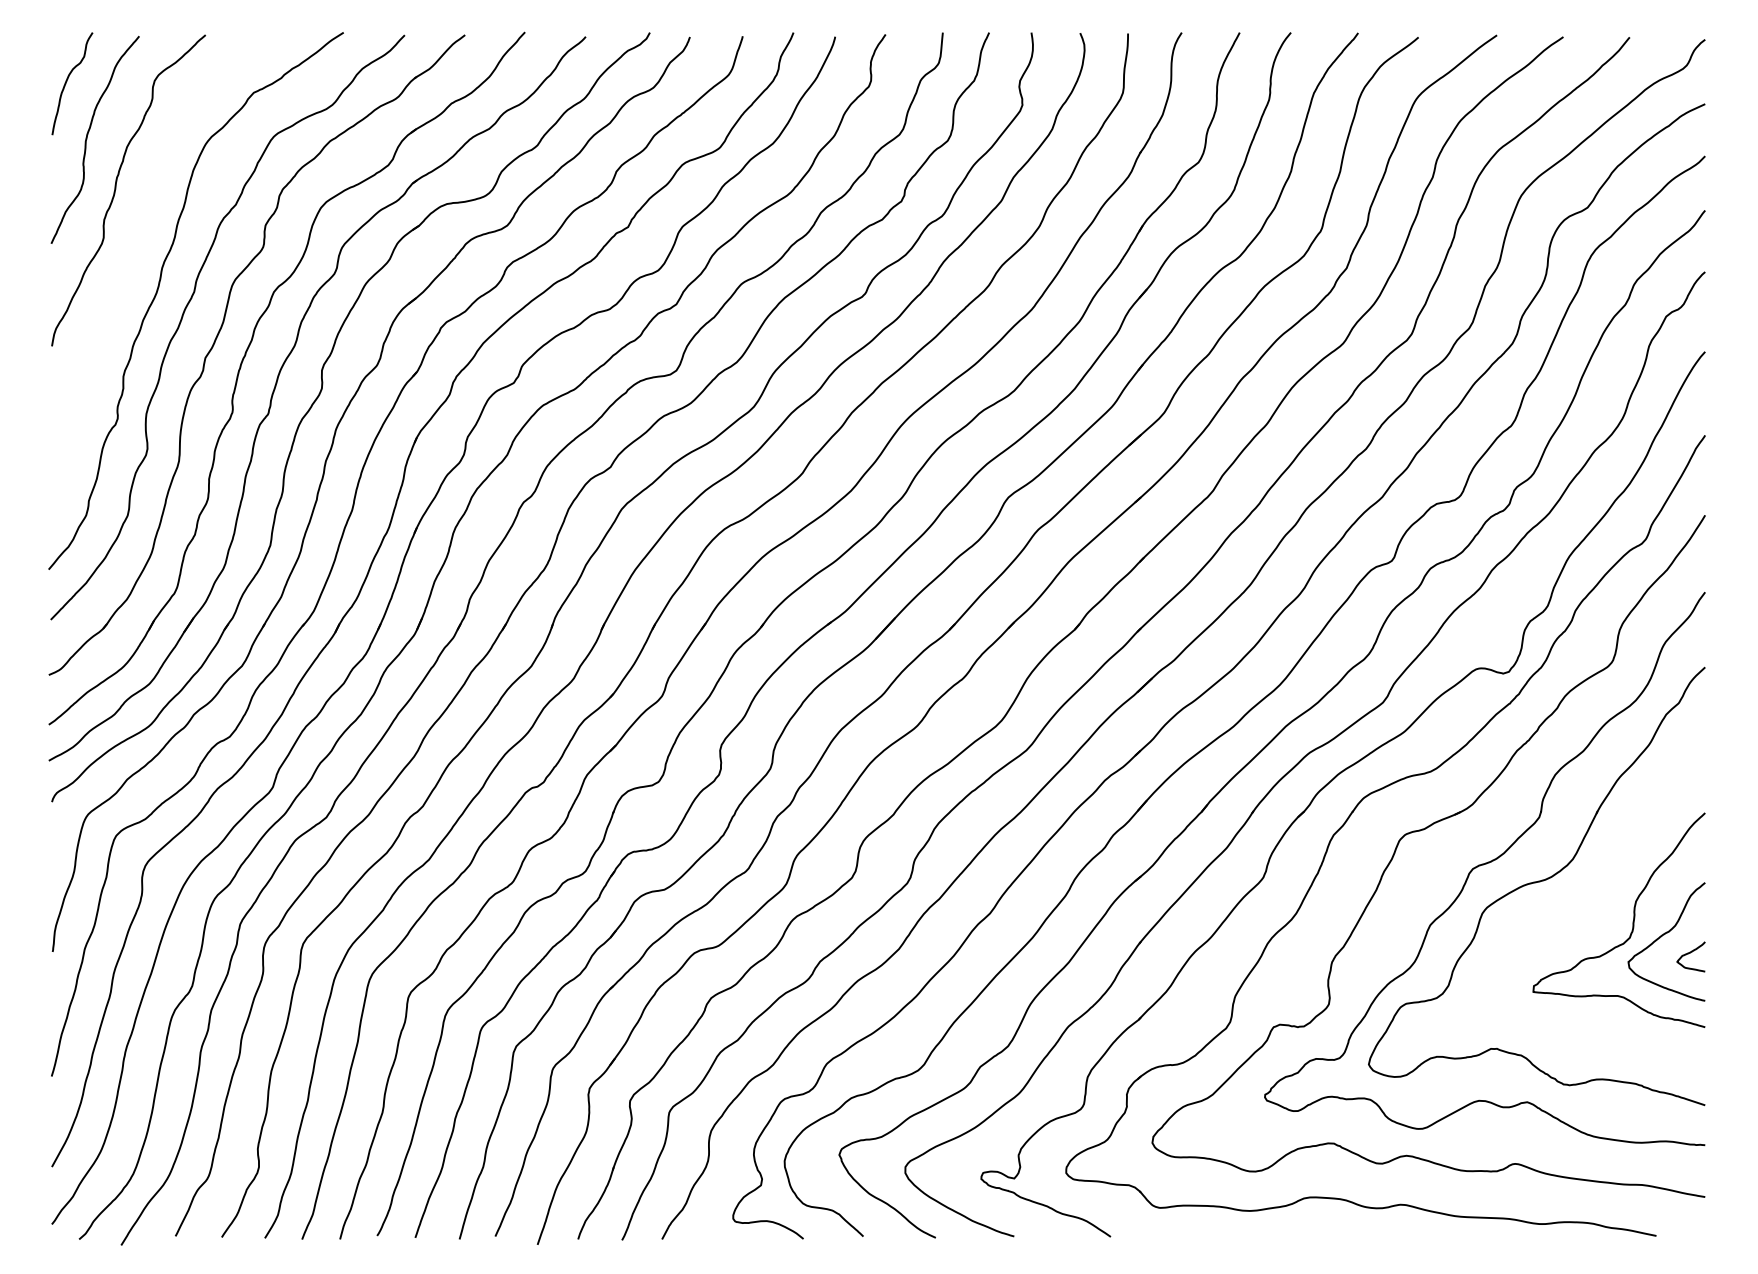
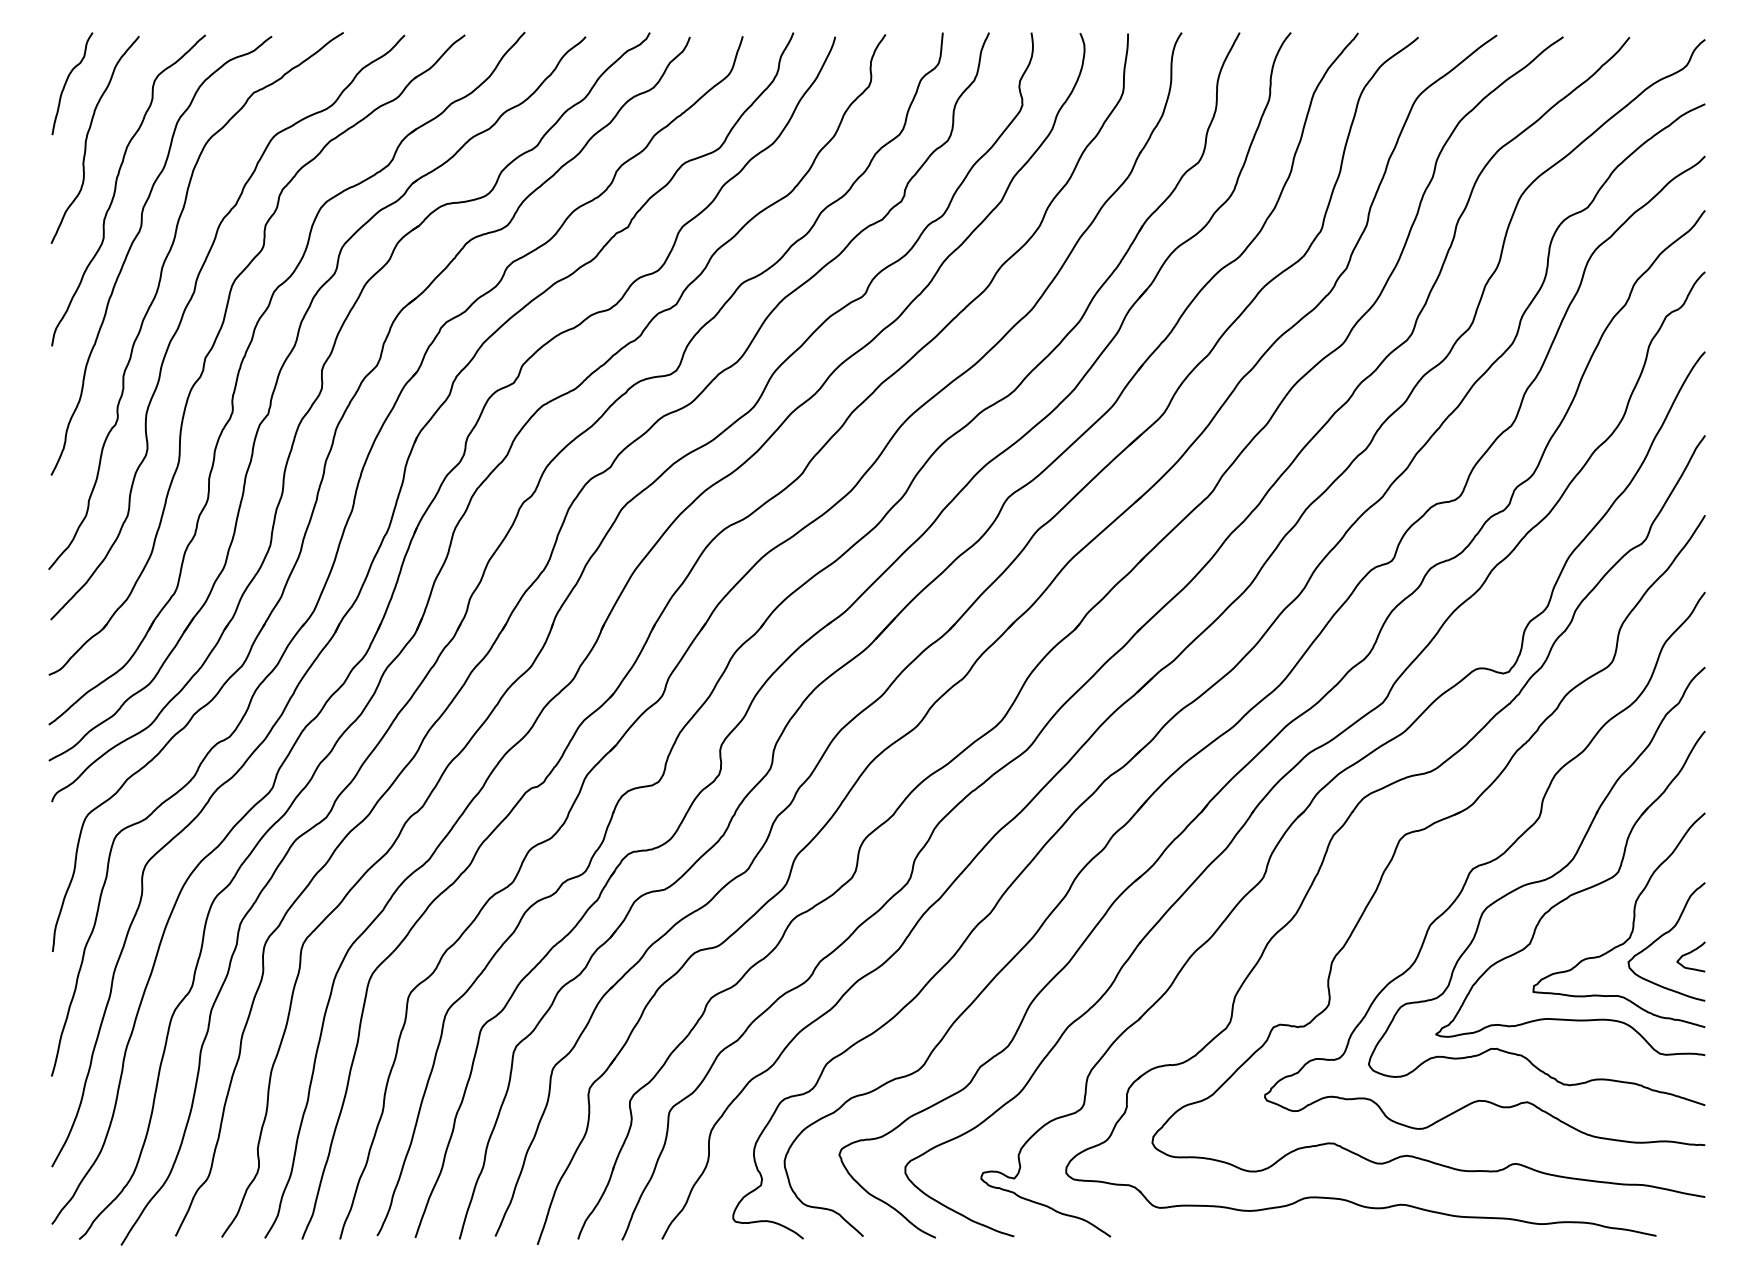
curve at (136, 238): none -> present
part at (1570, 893): none -> present
